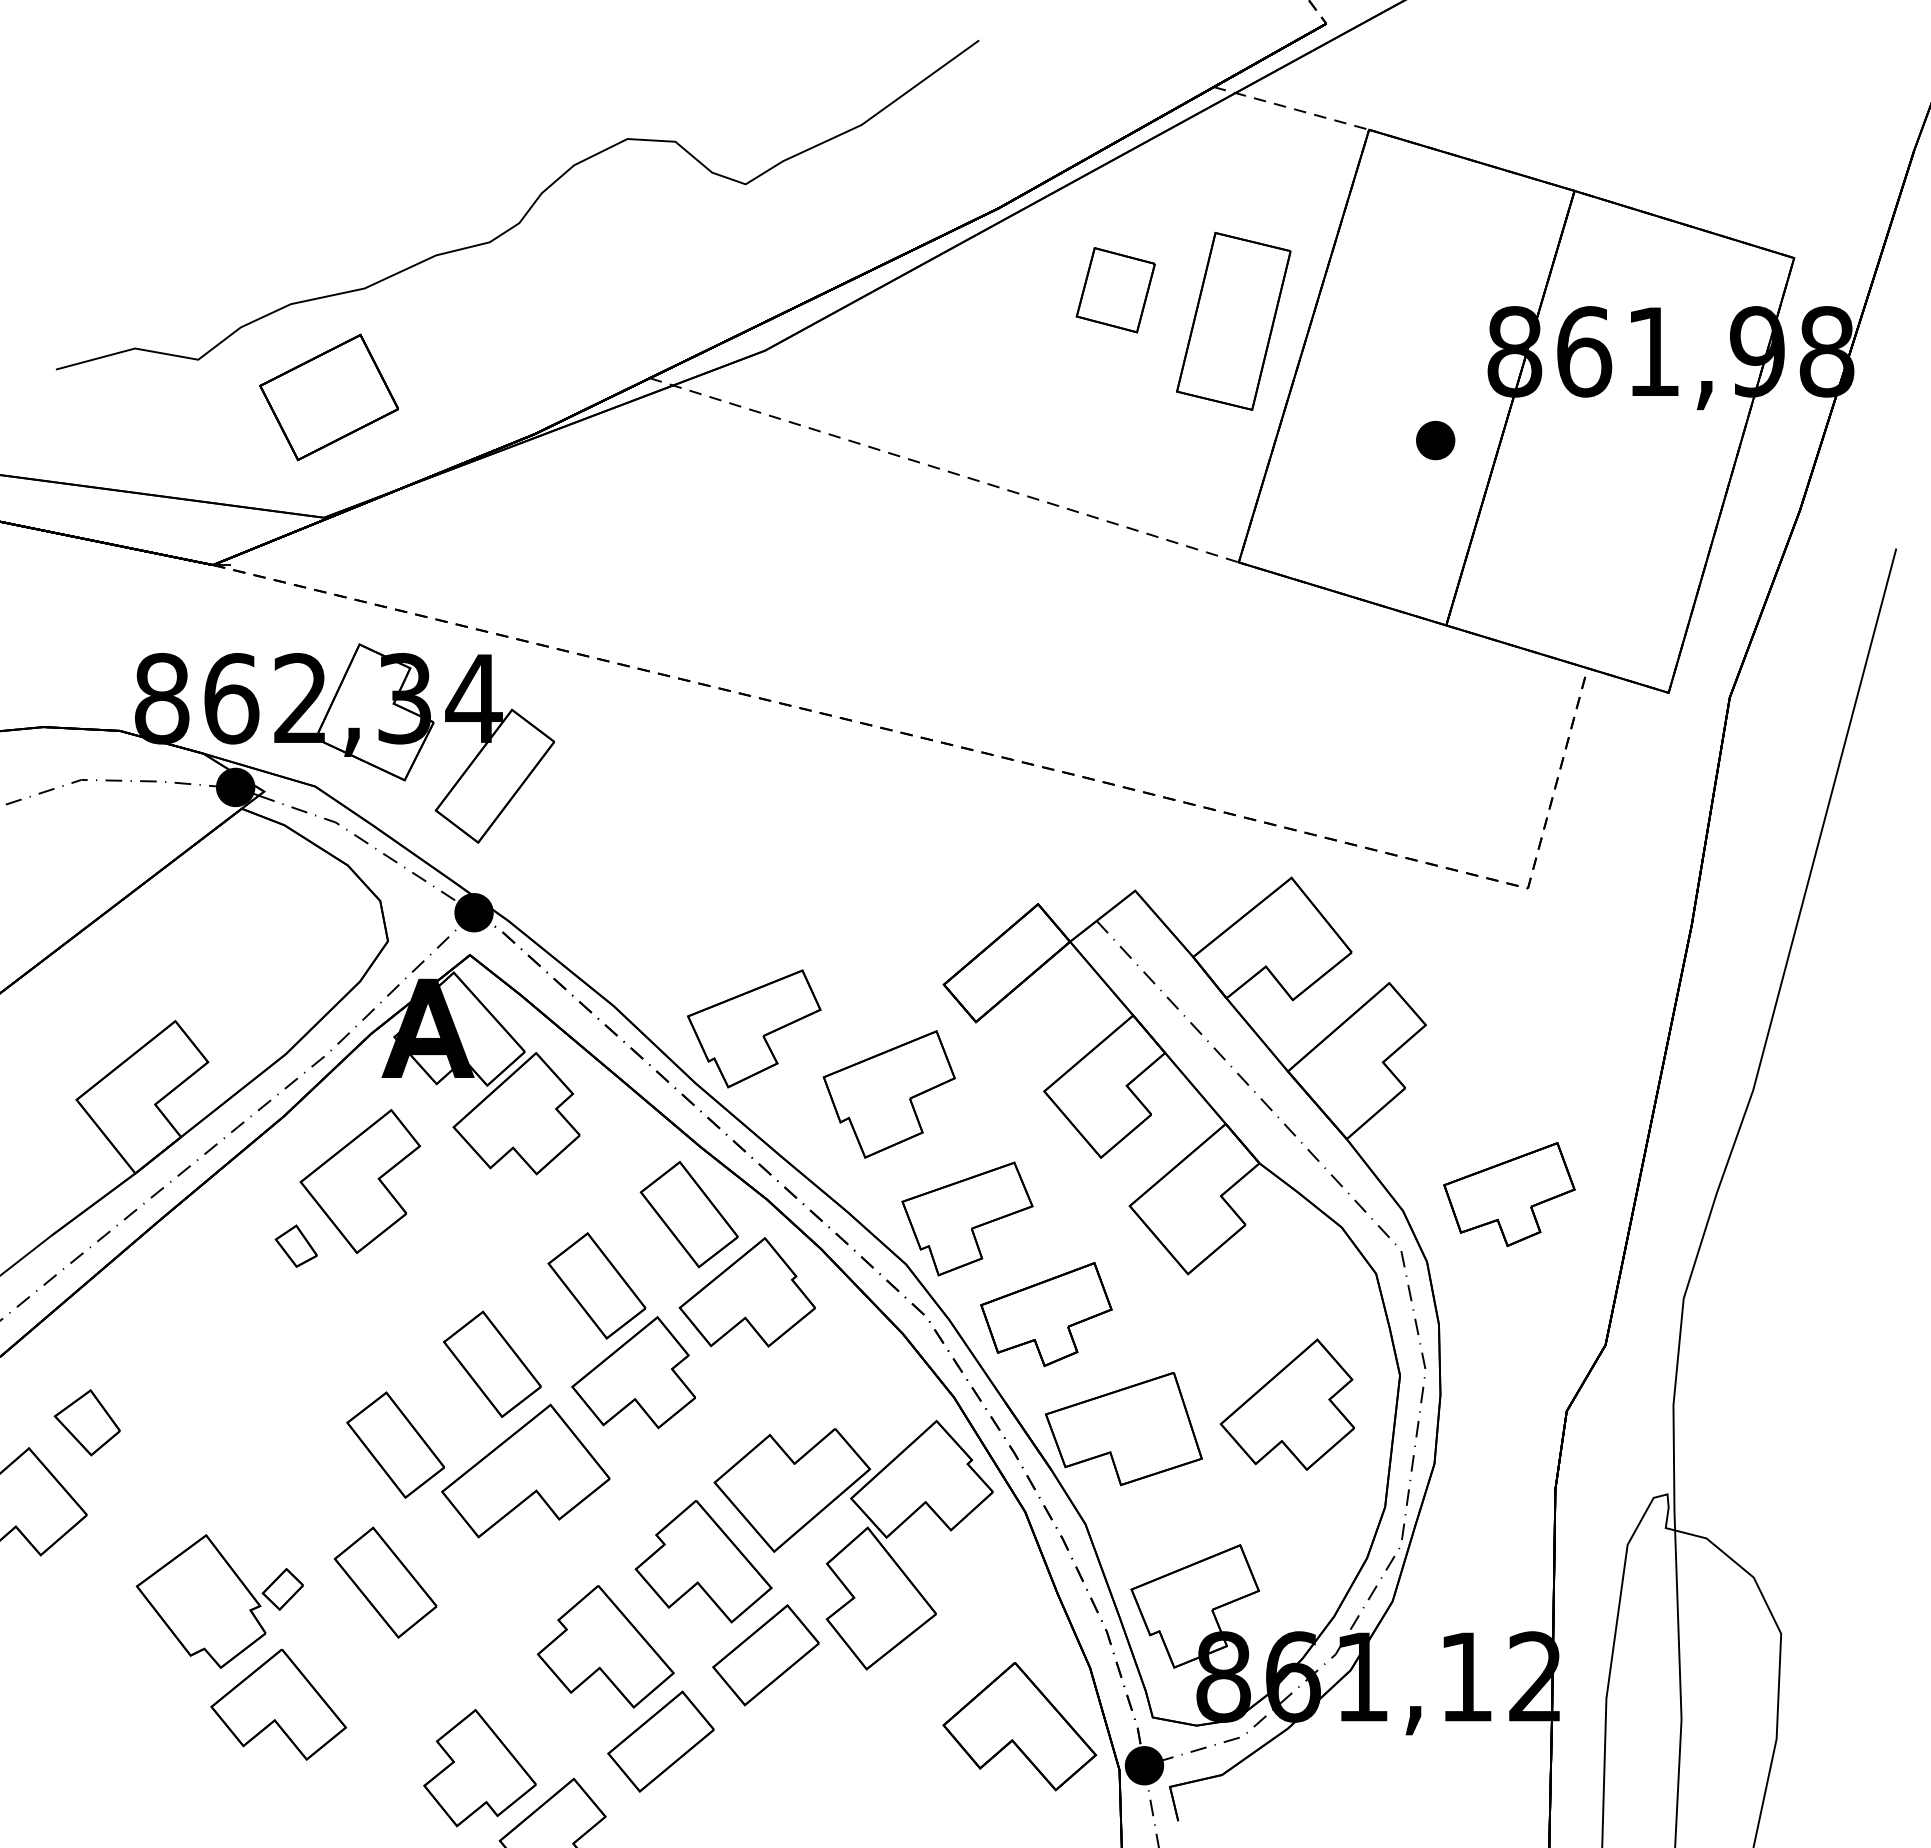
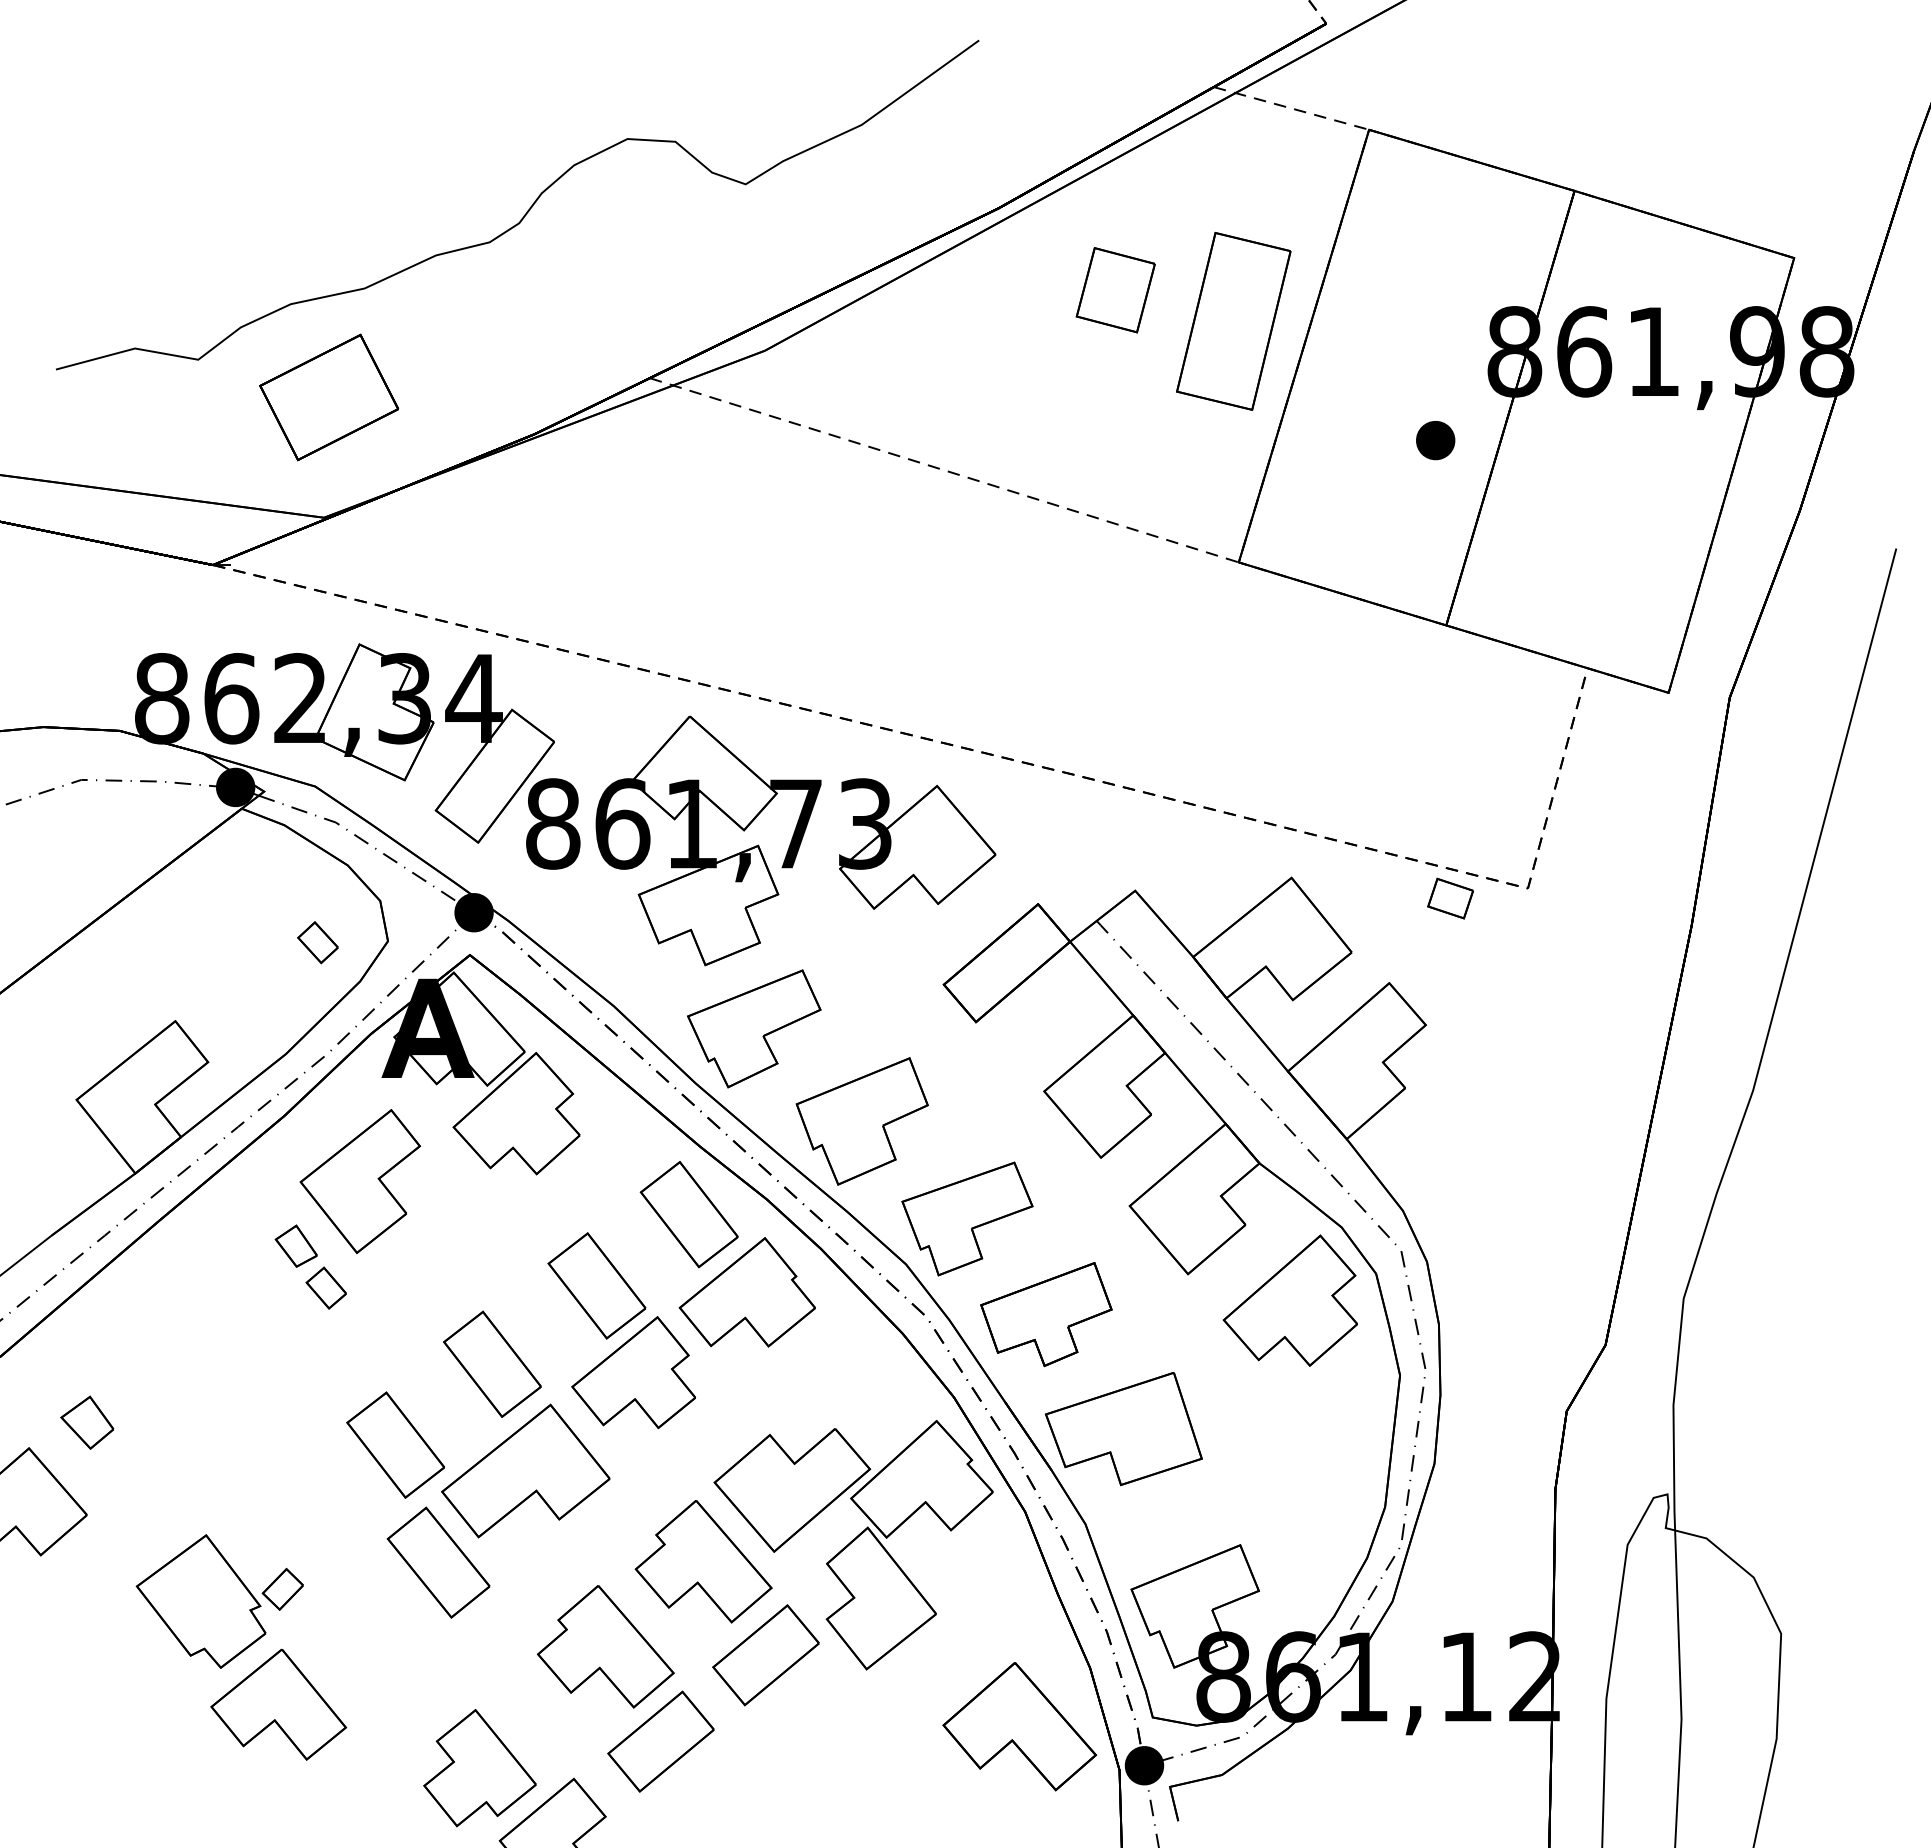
part at (761, 840): none -> present
part at (1450, 898): none -> present
part at (317, 942): none -> present
part at (888, 1094) position: (888, 1094) -> (861, 1121)
part at (1509, 1194): present -> none
part at (325, 1287): none -> present
part at (1286, 1404) position: (1286, 1404) -> (1289, 1300)
part at (86, 1422) size: 68x68 px -> 55x55 px
part at (385, 1582) position: (385, 1582) -> (438, 1562)
